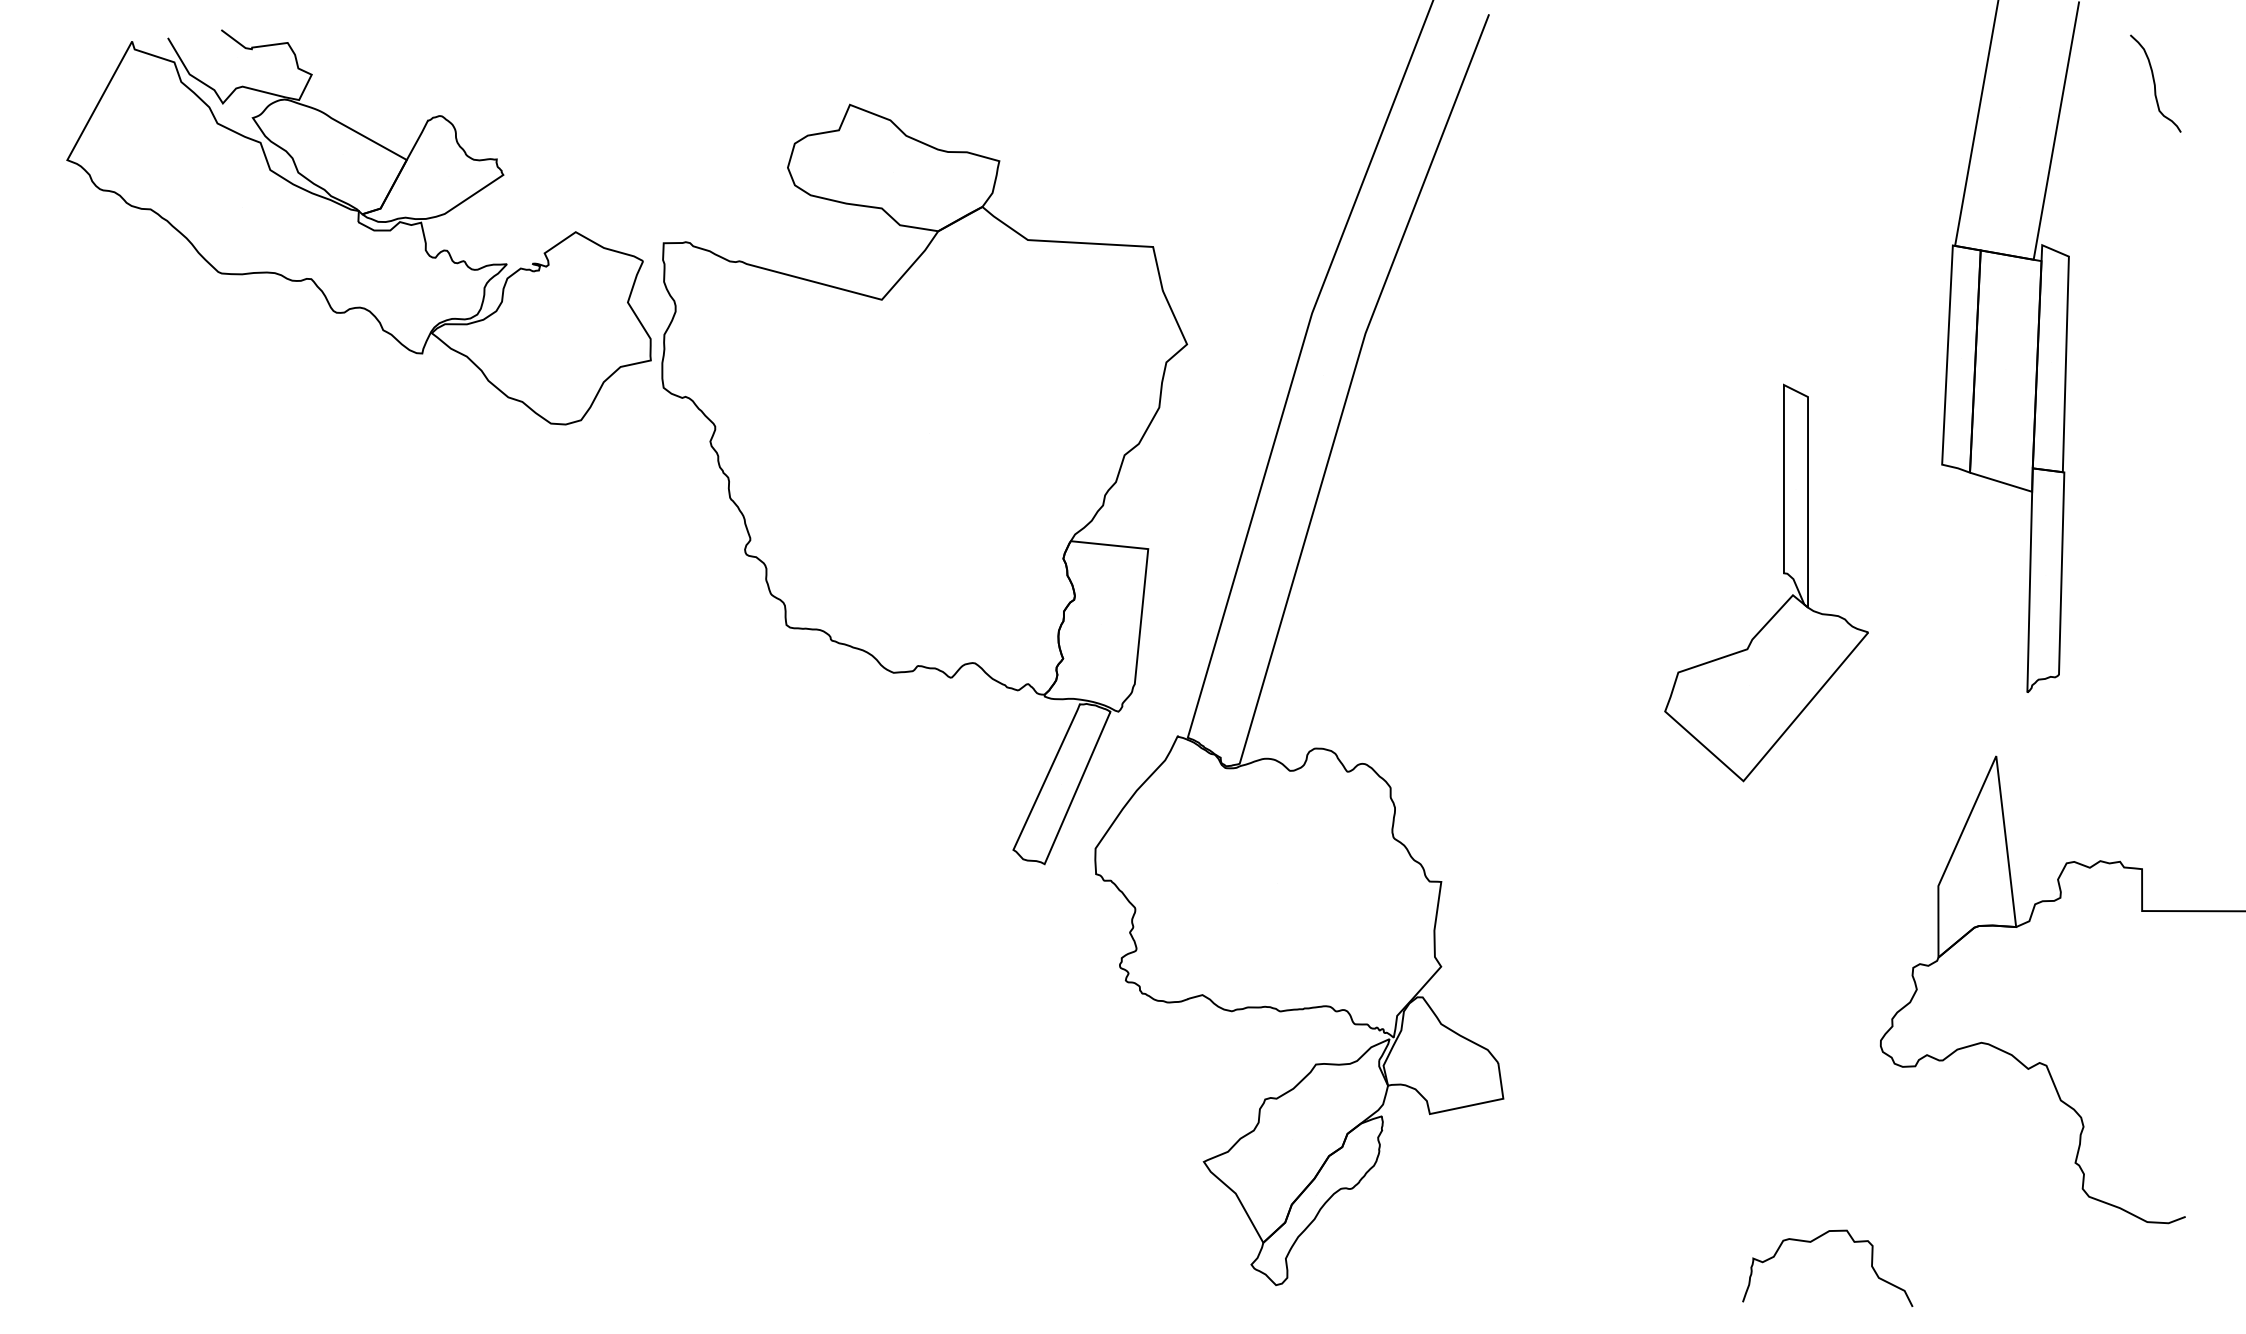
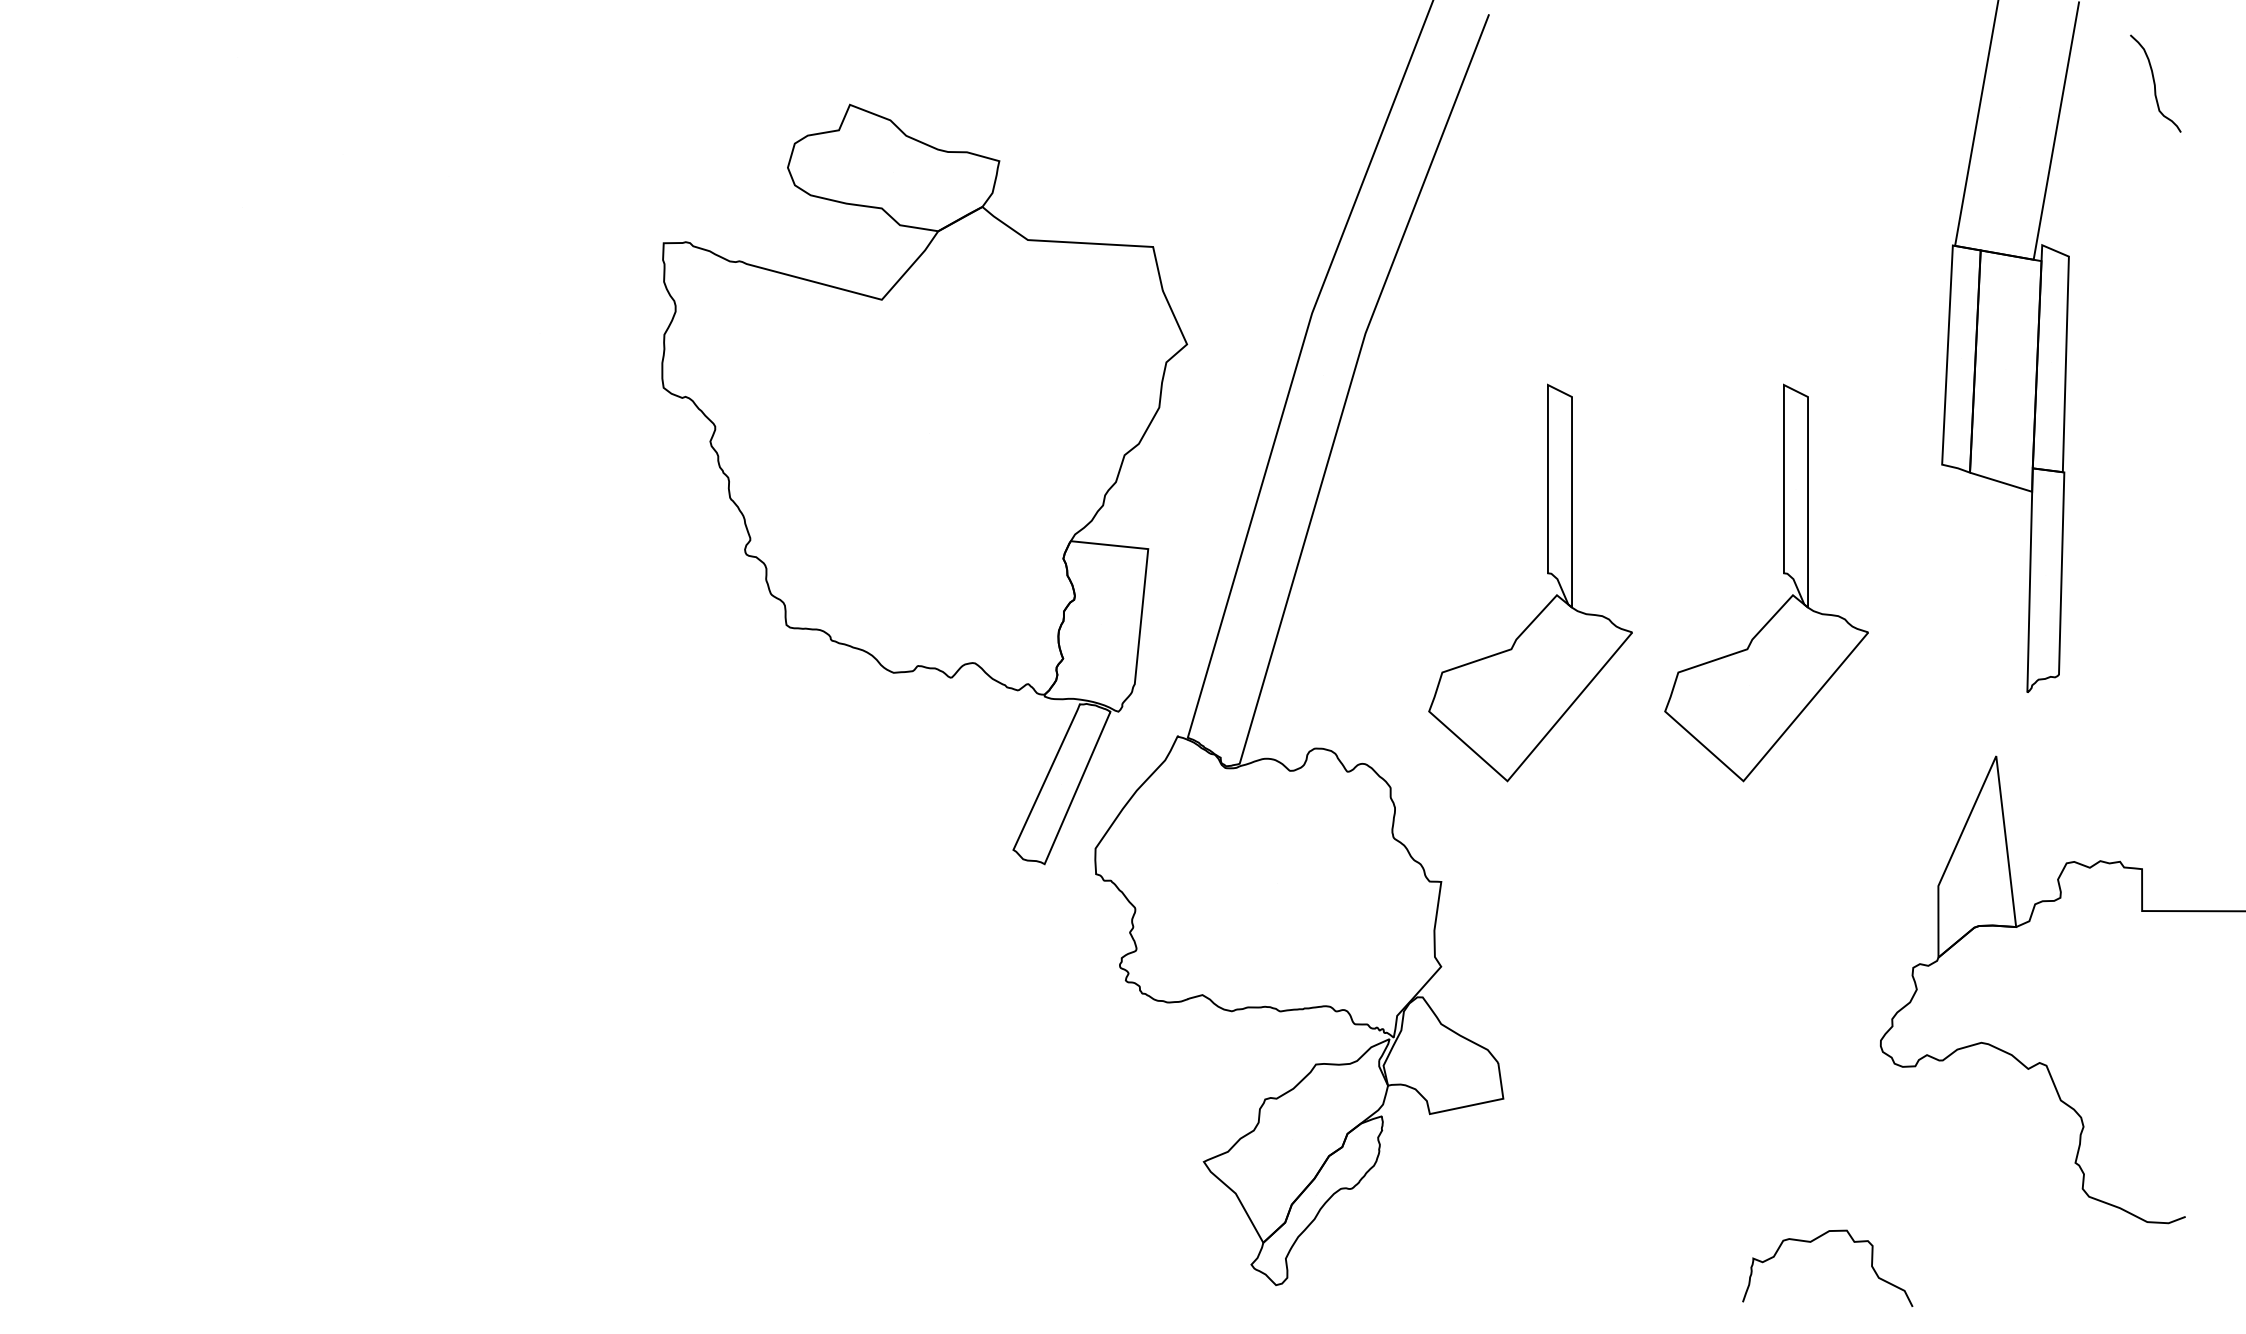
part at (358, 227): present -> none
part at (1547, 574): none -> present
